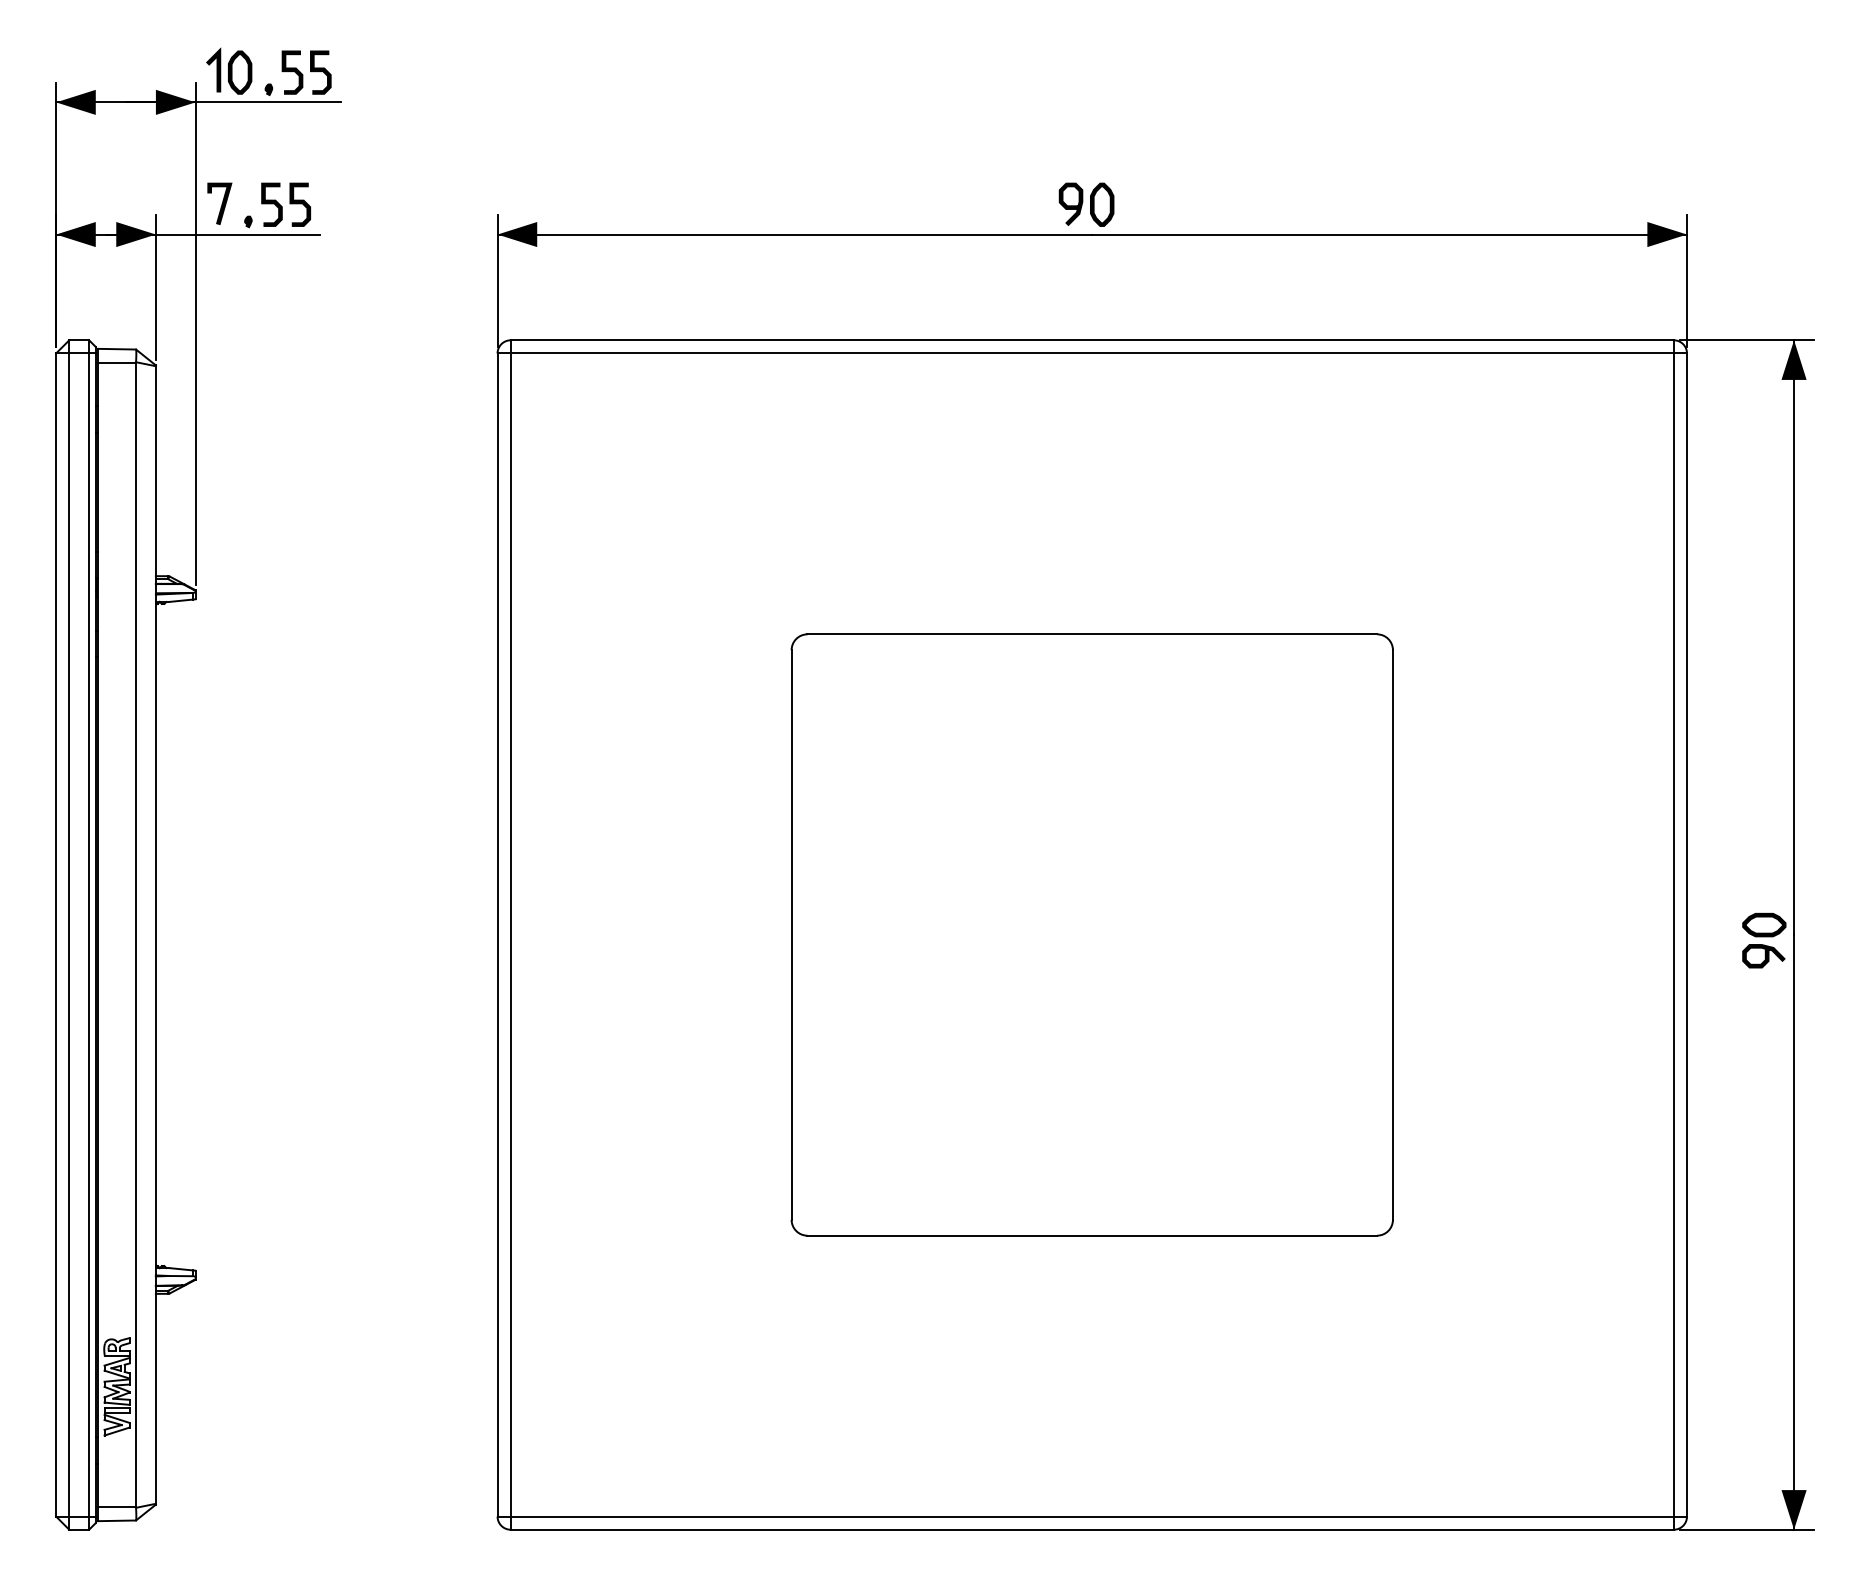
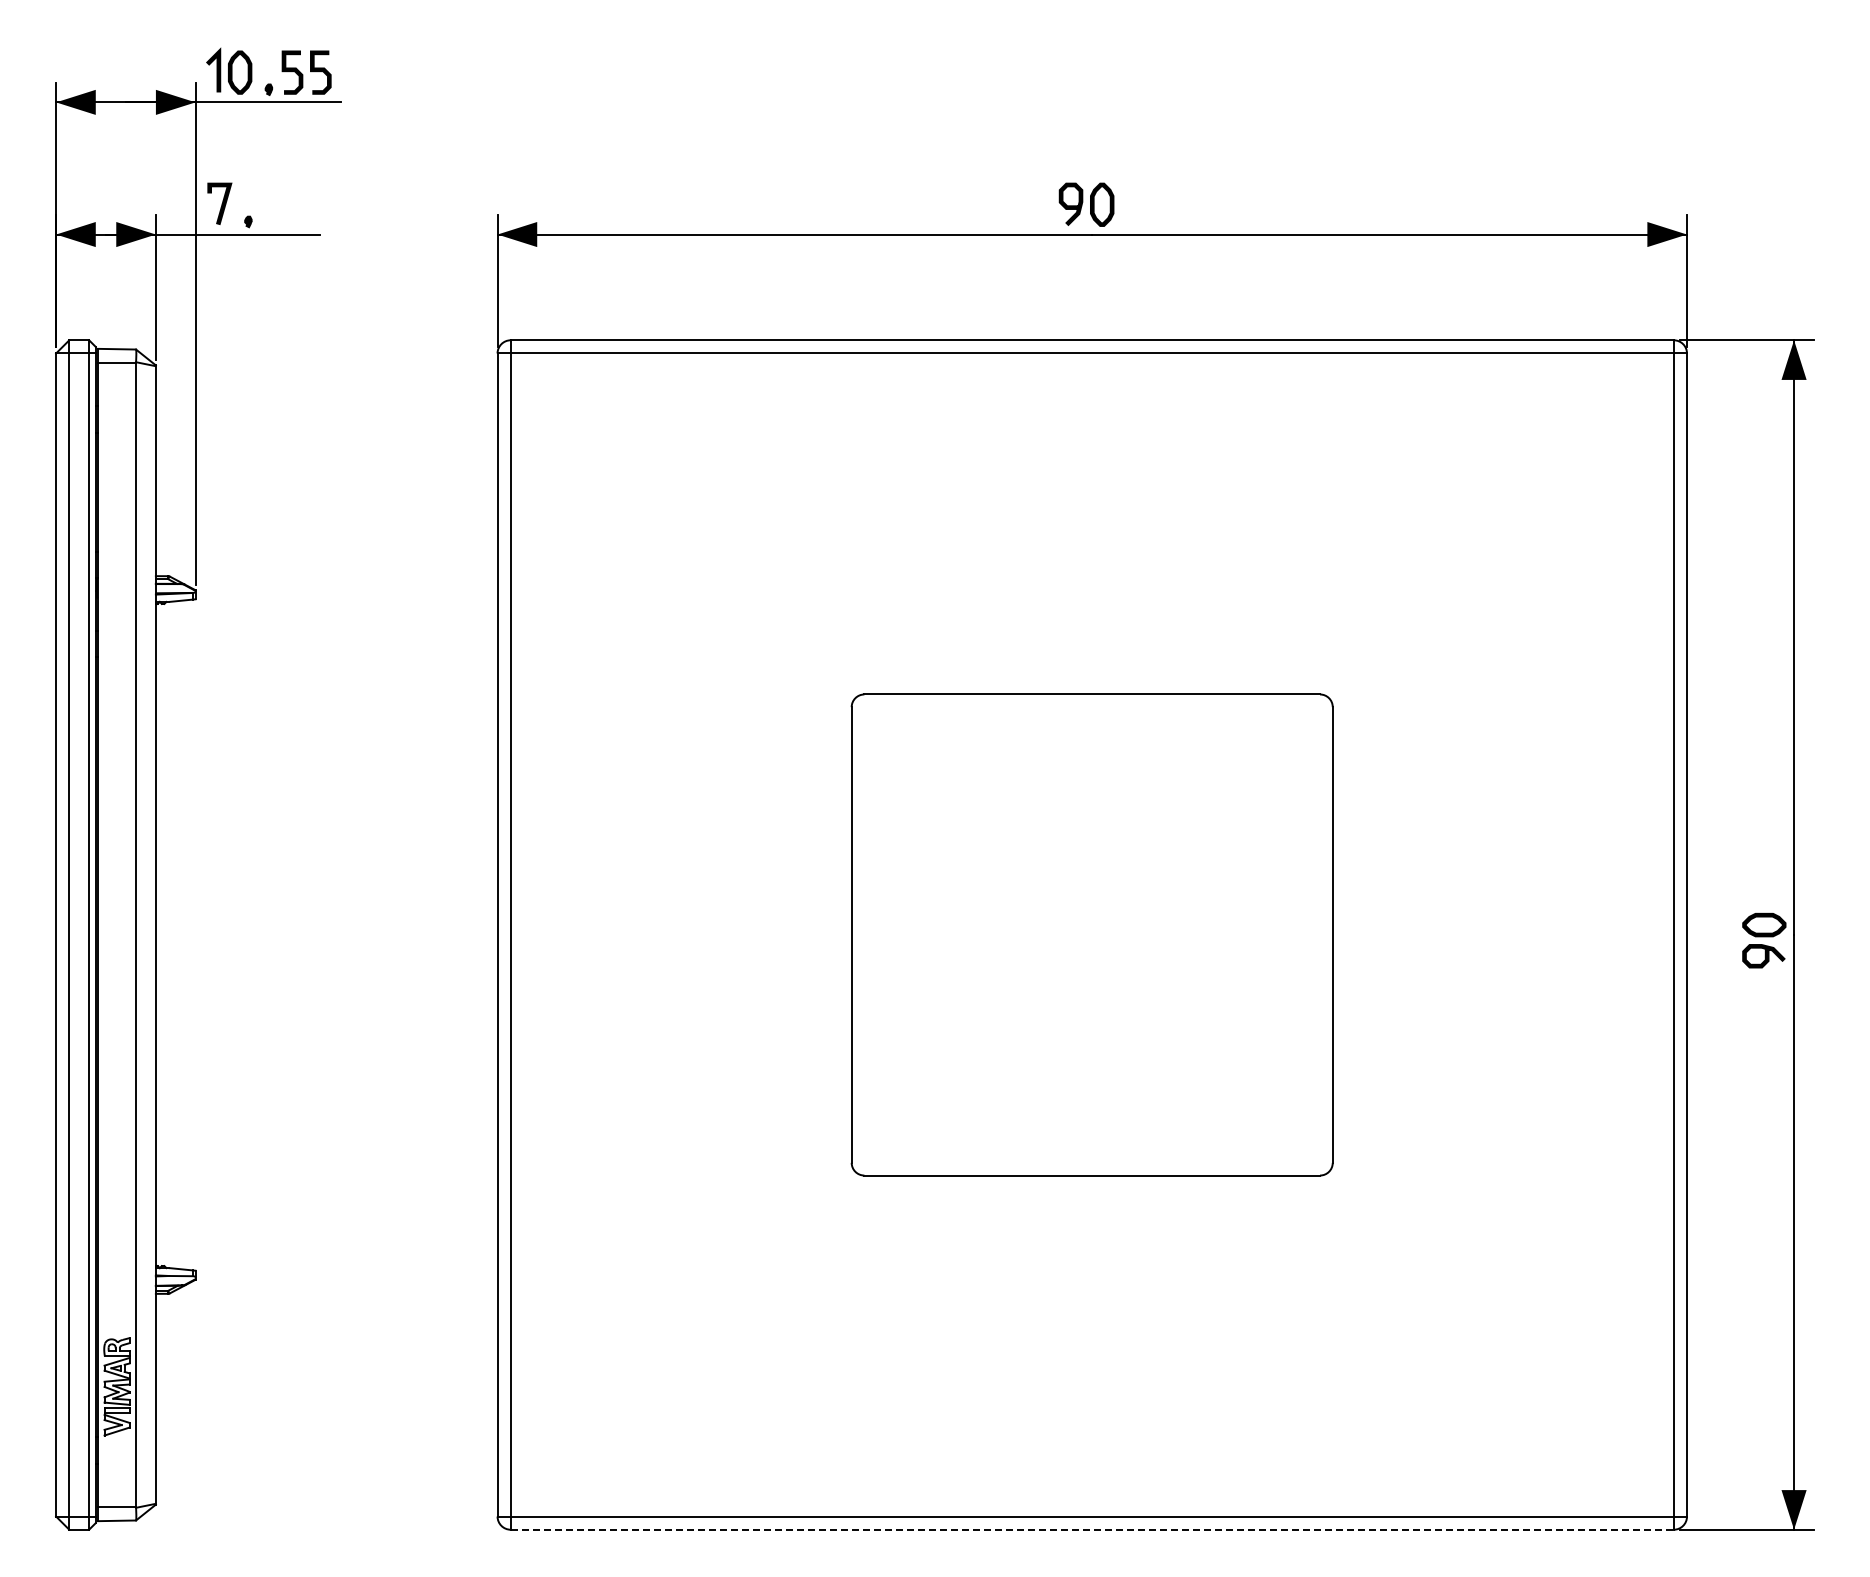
part at (286, 204): present -> none
part at (1091, 934) size: 604x604 px -> 484x484 px
line at (1092, 1529): solid -> dashed
